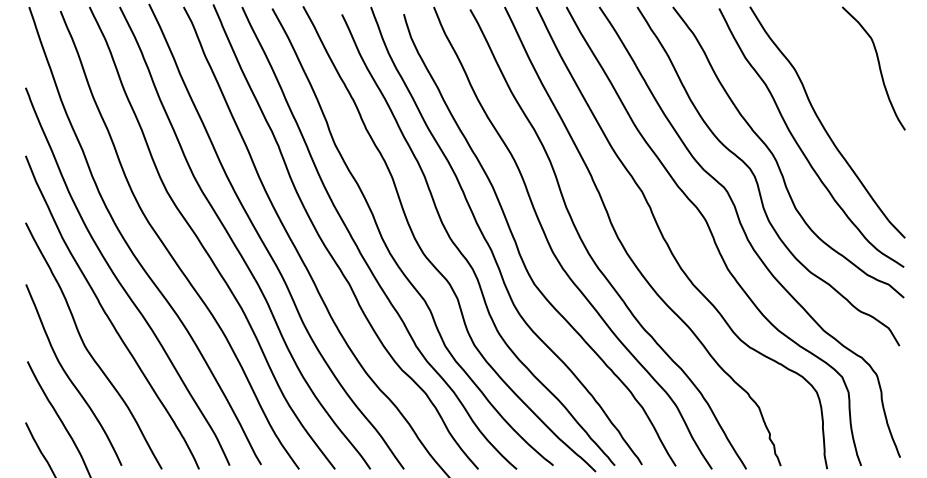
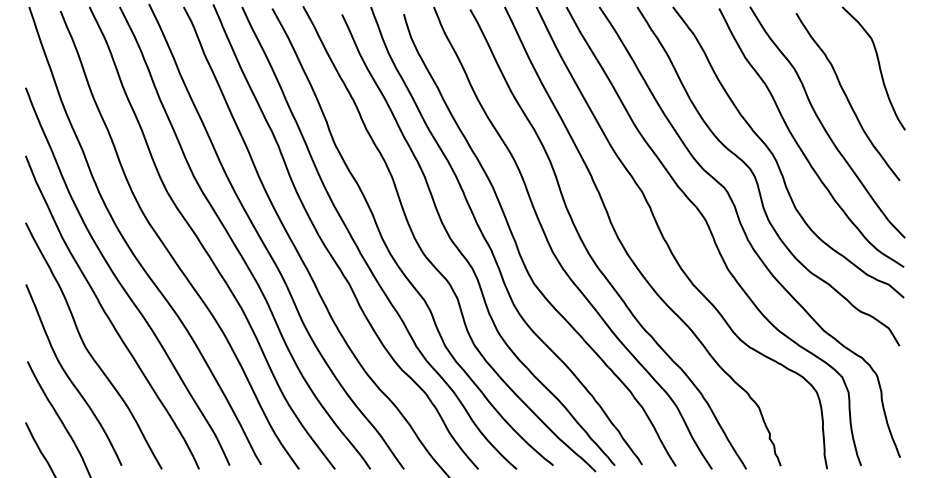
curve at (847, 97): none -> present
